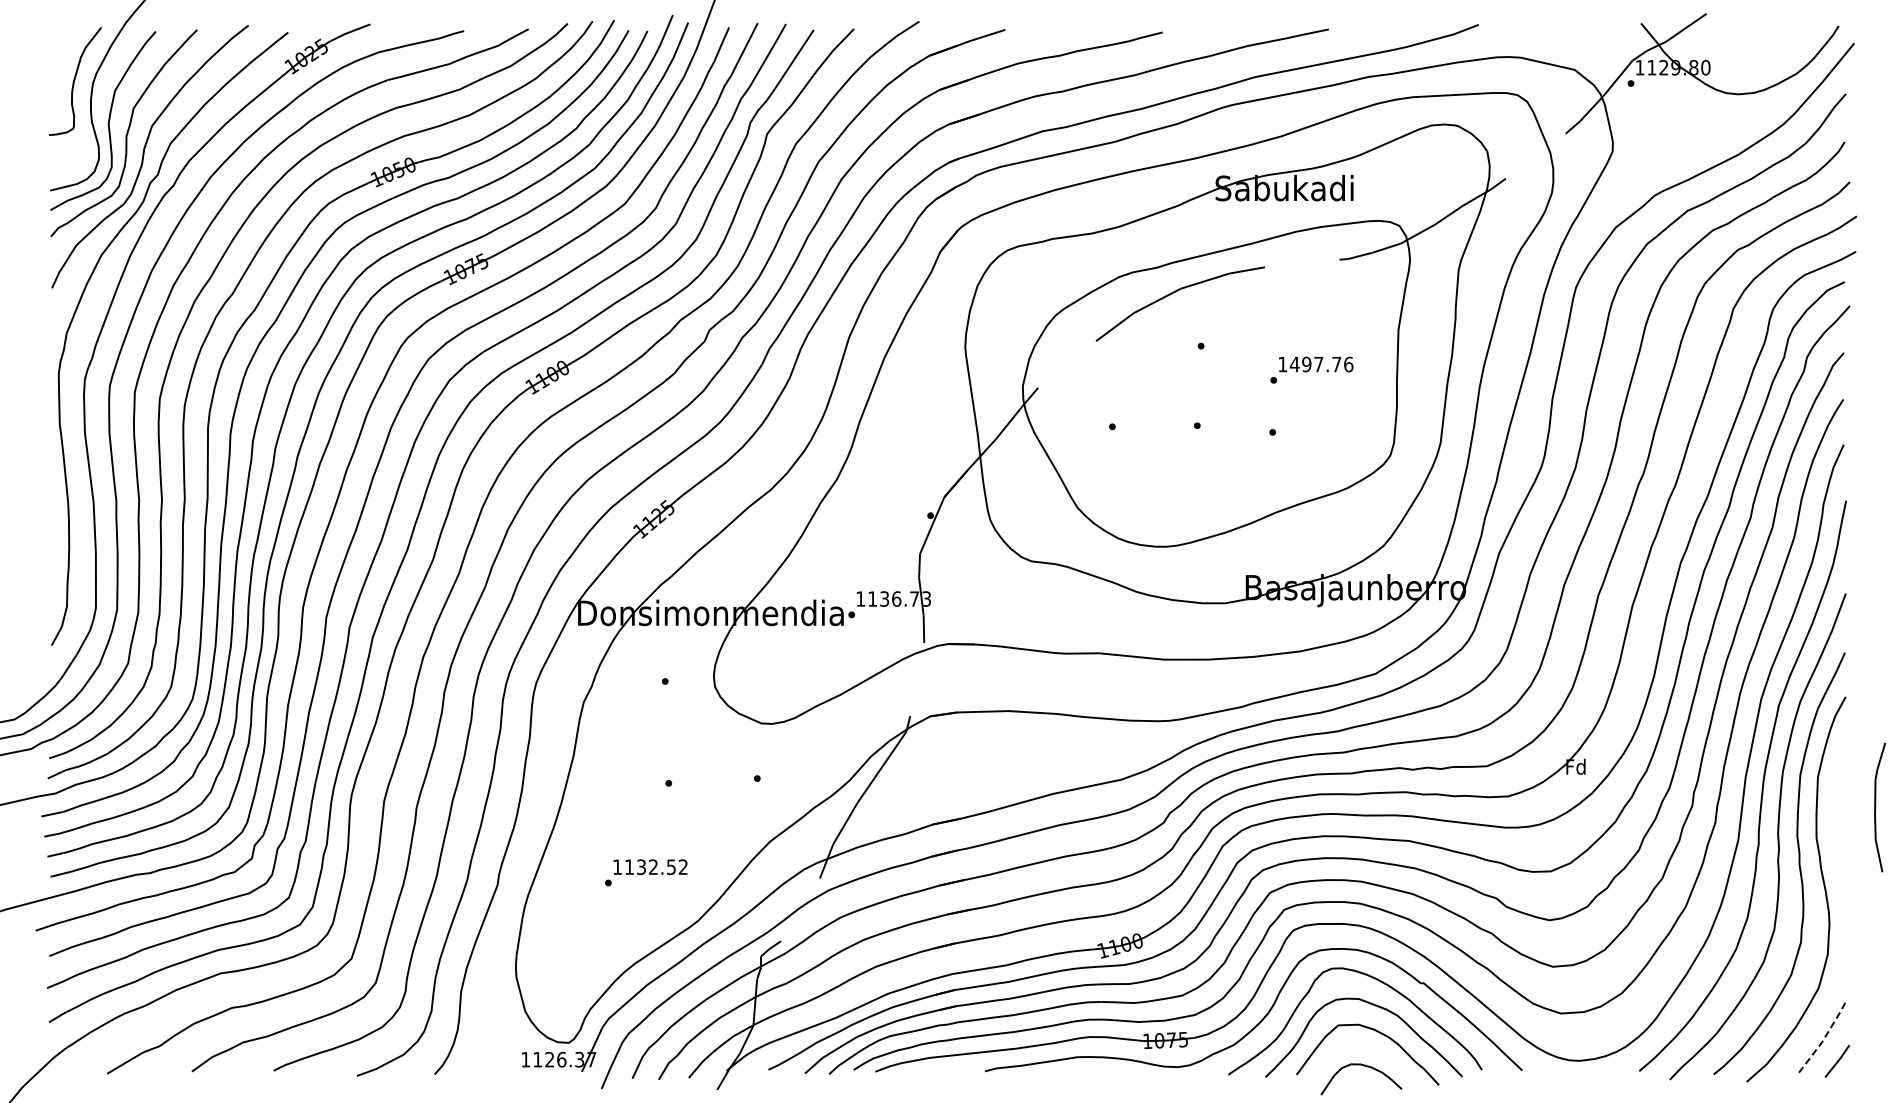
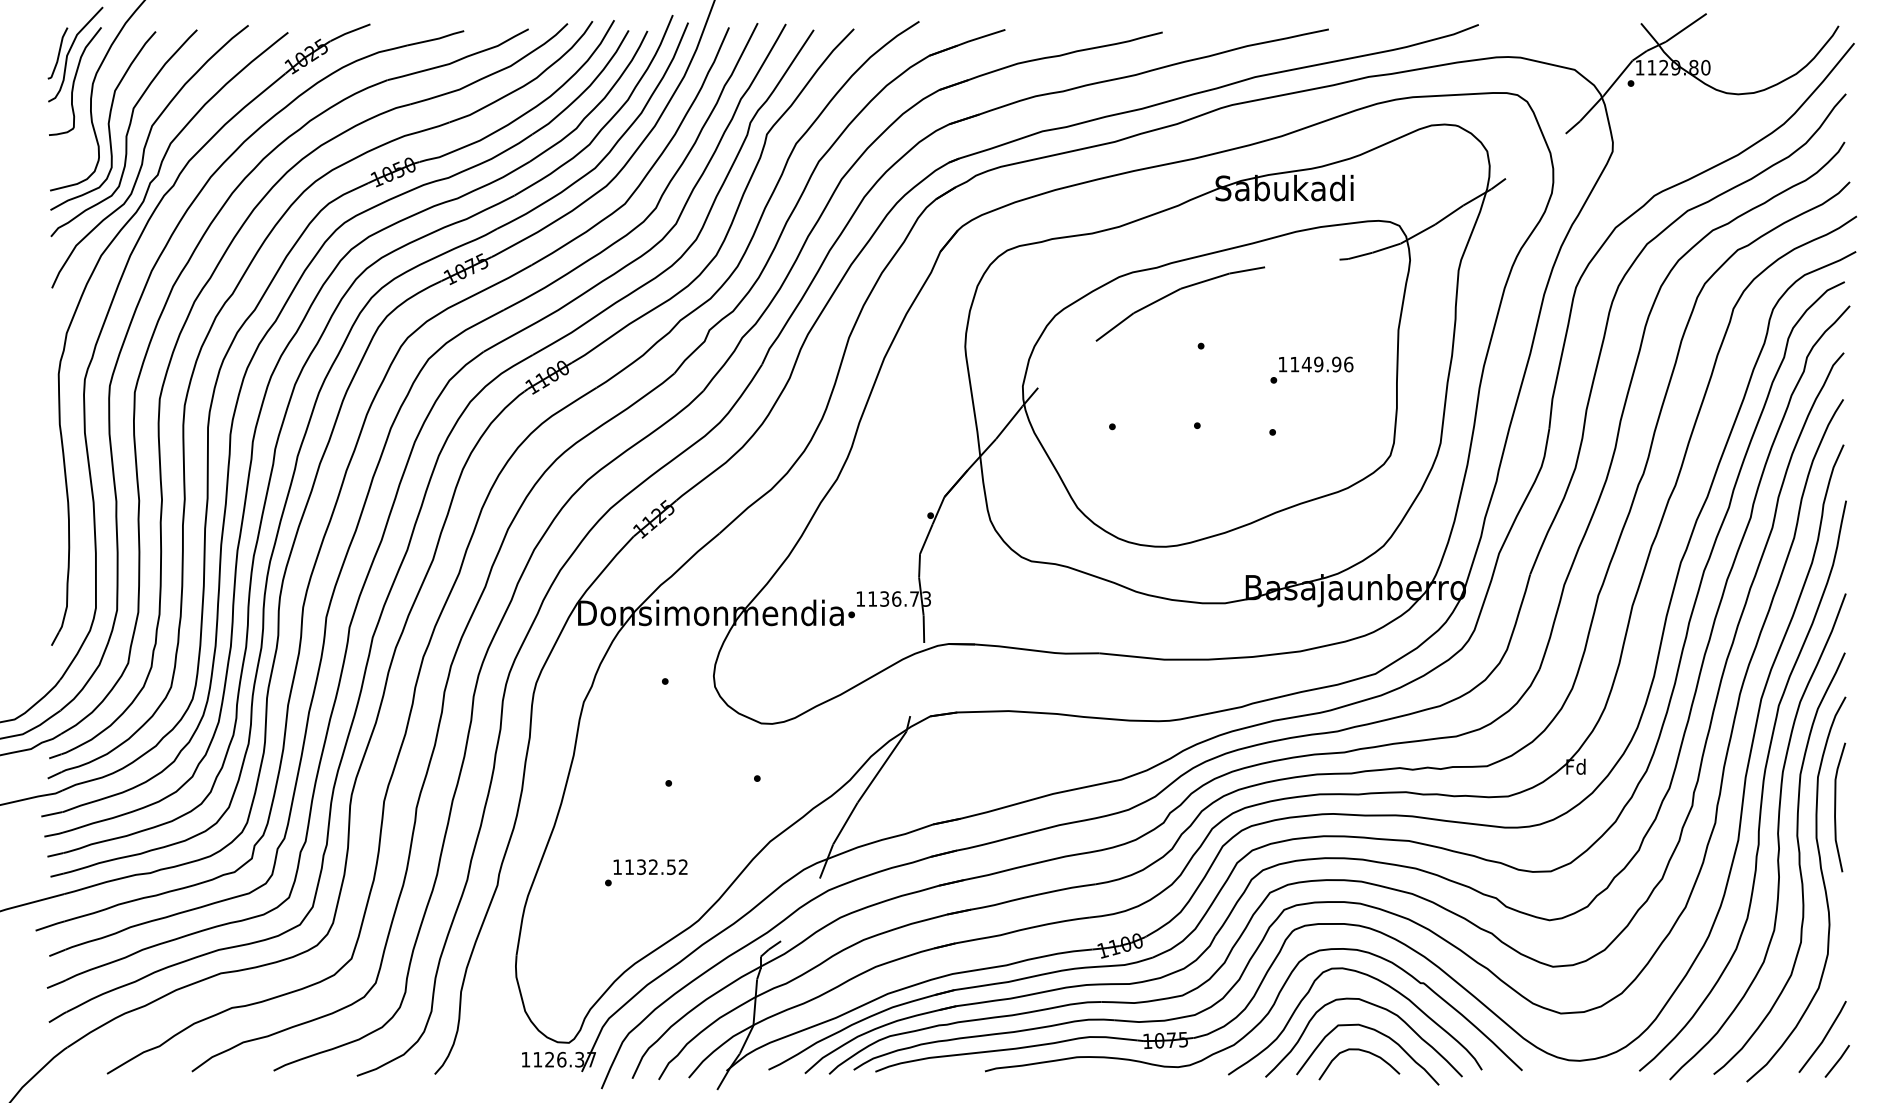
part at (75, 54): none -> present
text at (1315, 364): 1497.76 -> 1149.96
curve at (1876, 807) position: (1876, 807) -> (1836, 807)
line at (1824, 1038): dashed -> solid
curve at (1363, 1066) position: (1363, 1066) -> (1361, 1051)
